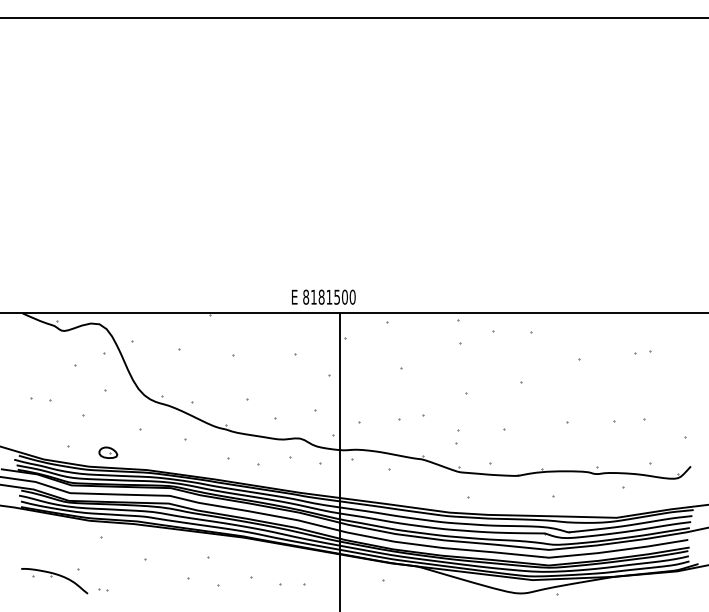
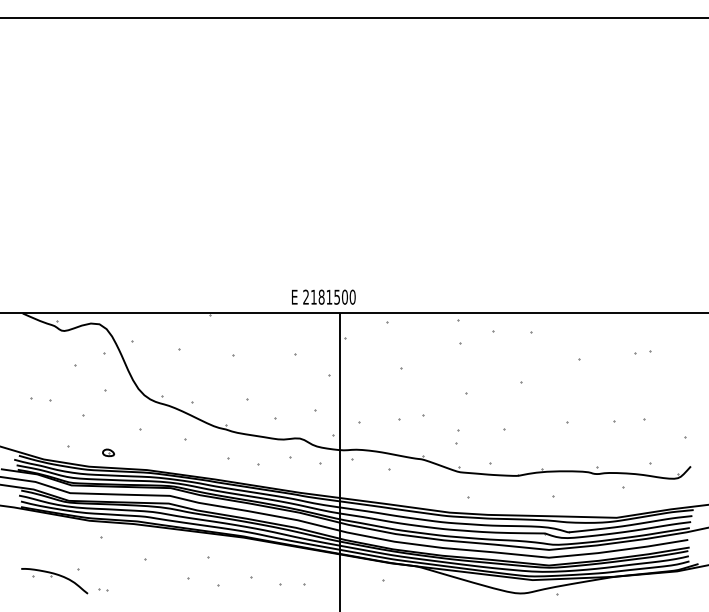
text at (306, 296): 8181500 -> 2181500
part at (108, 452) size: 21x13 px -> 14x10 px
